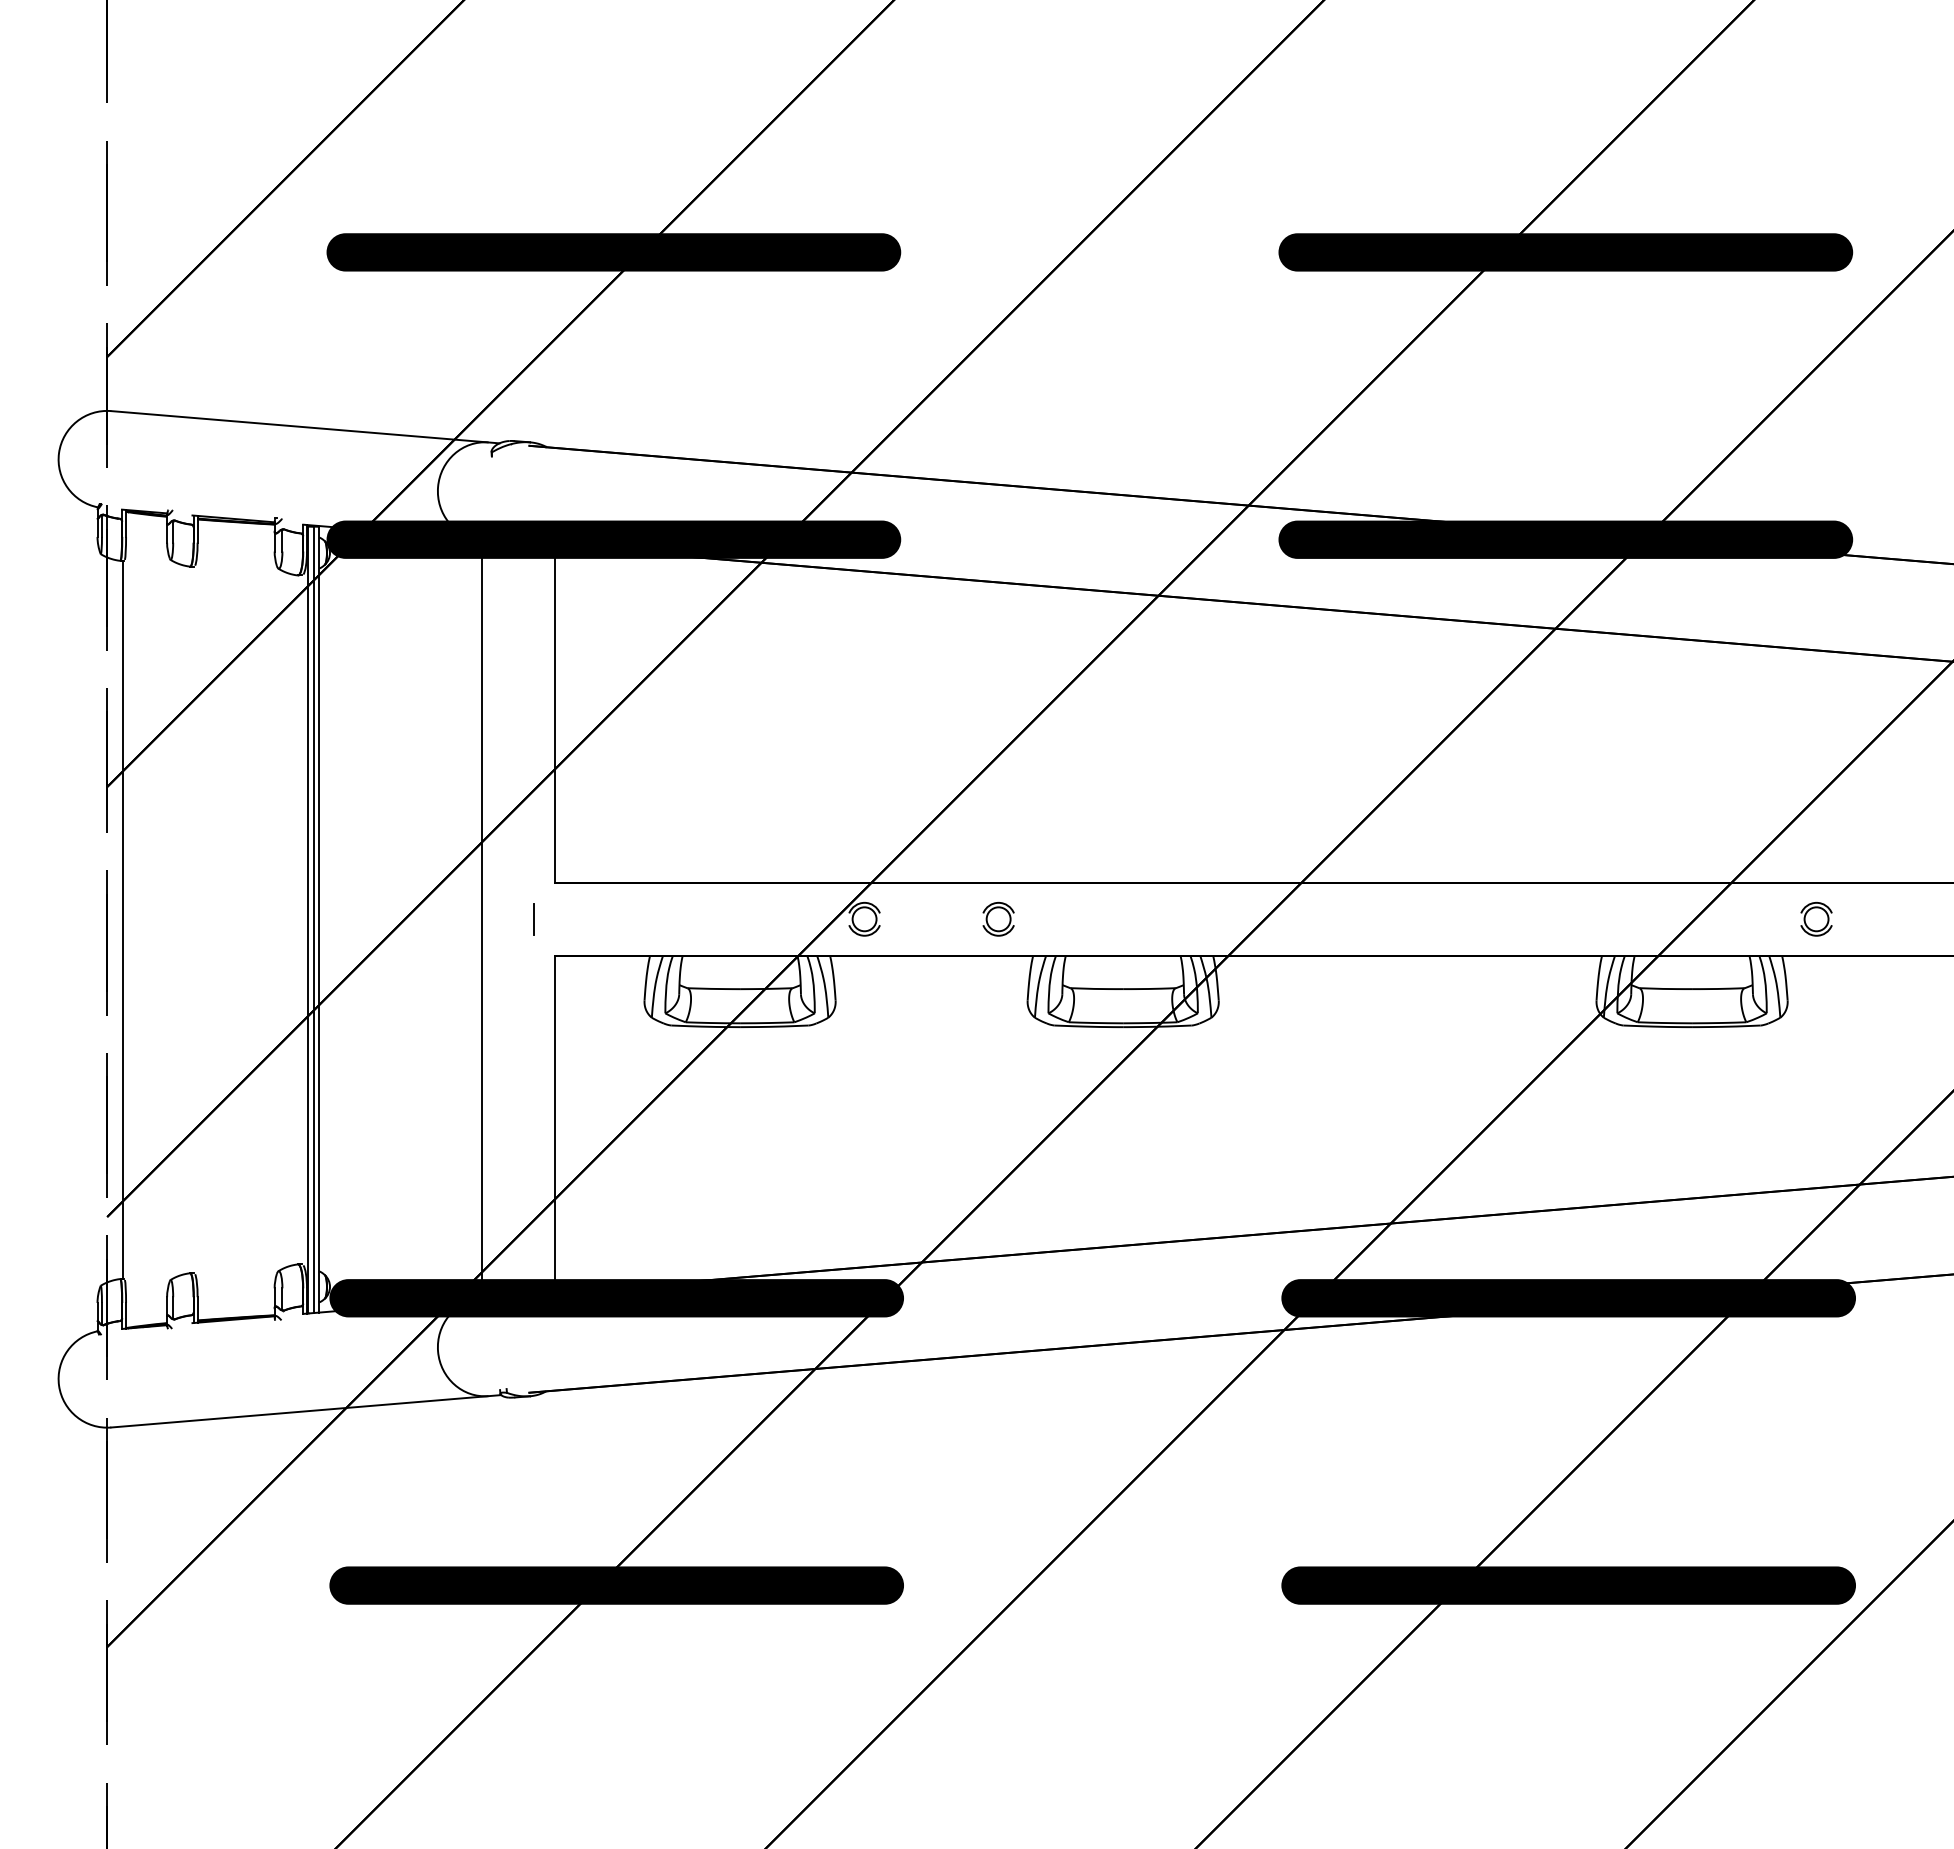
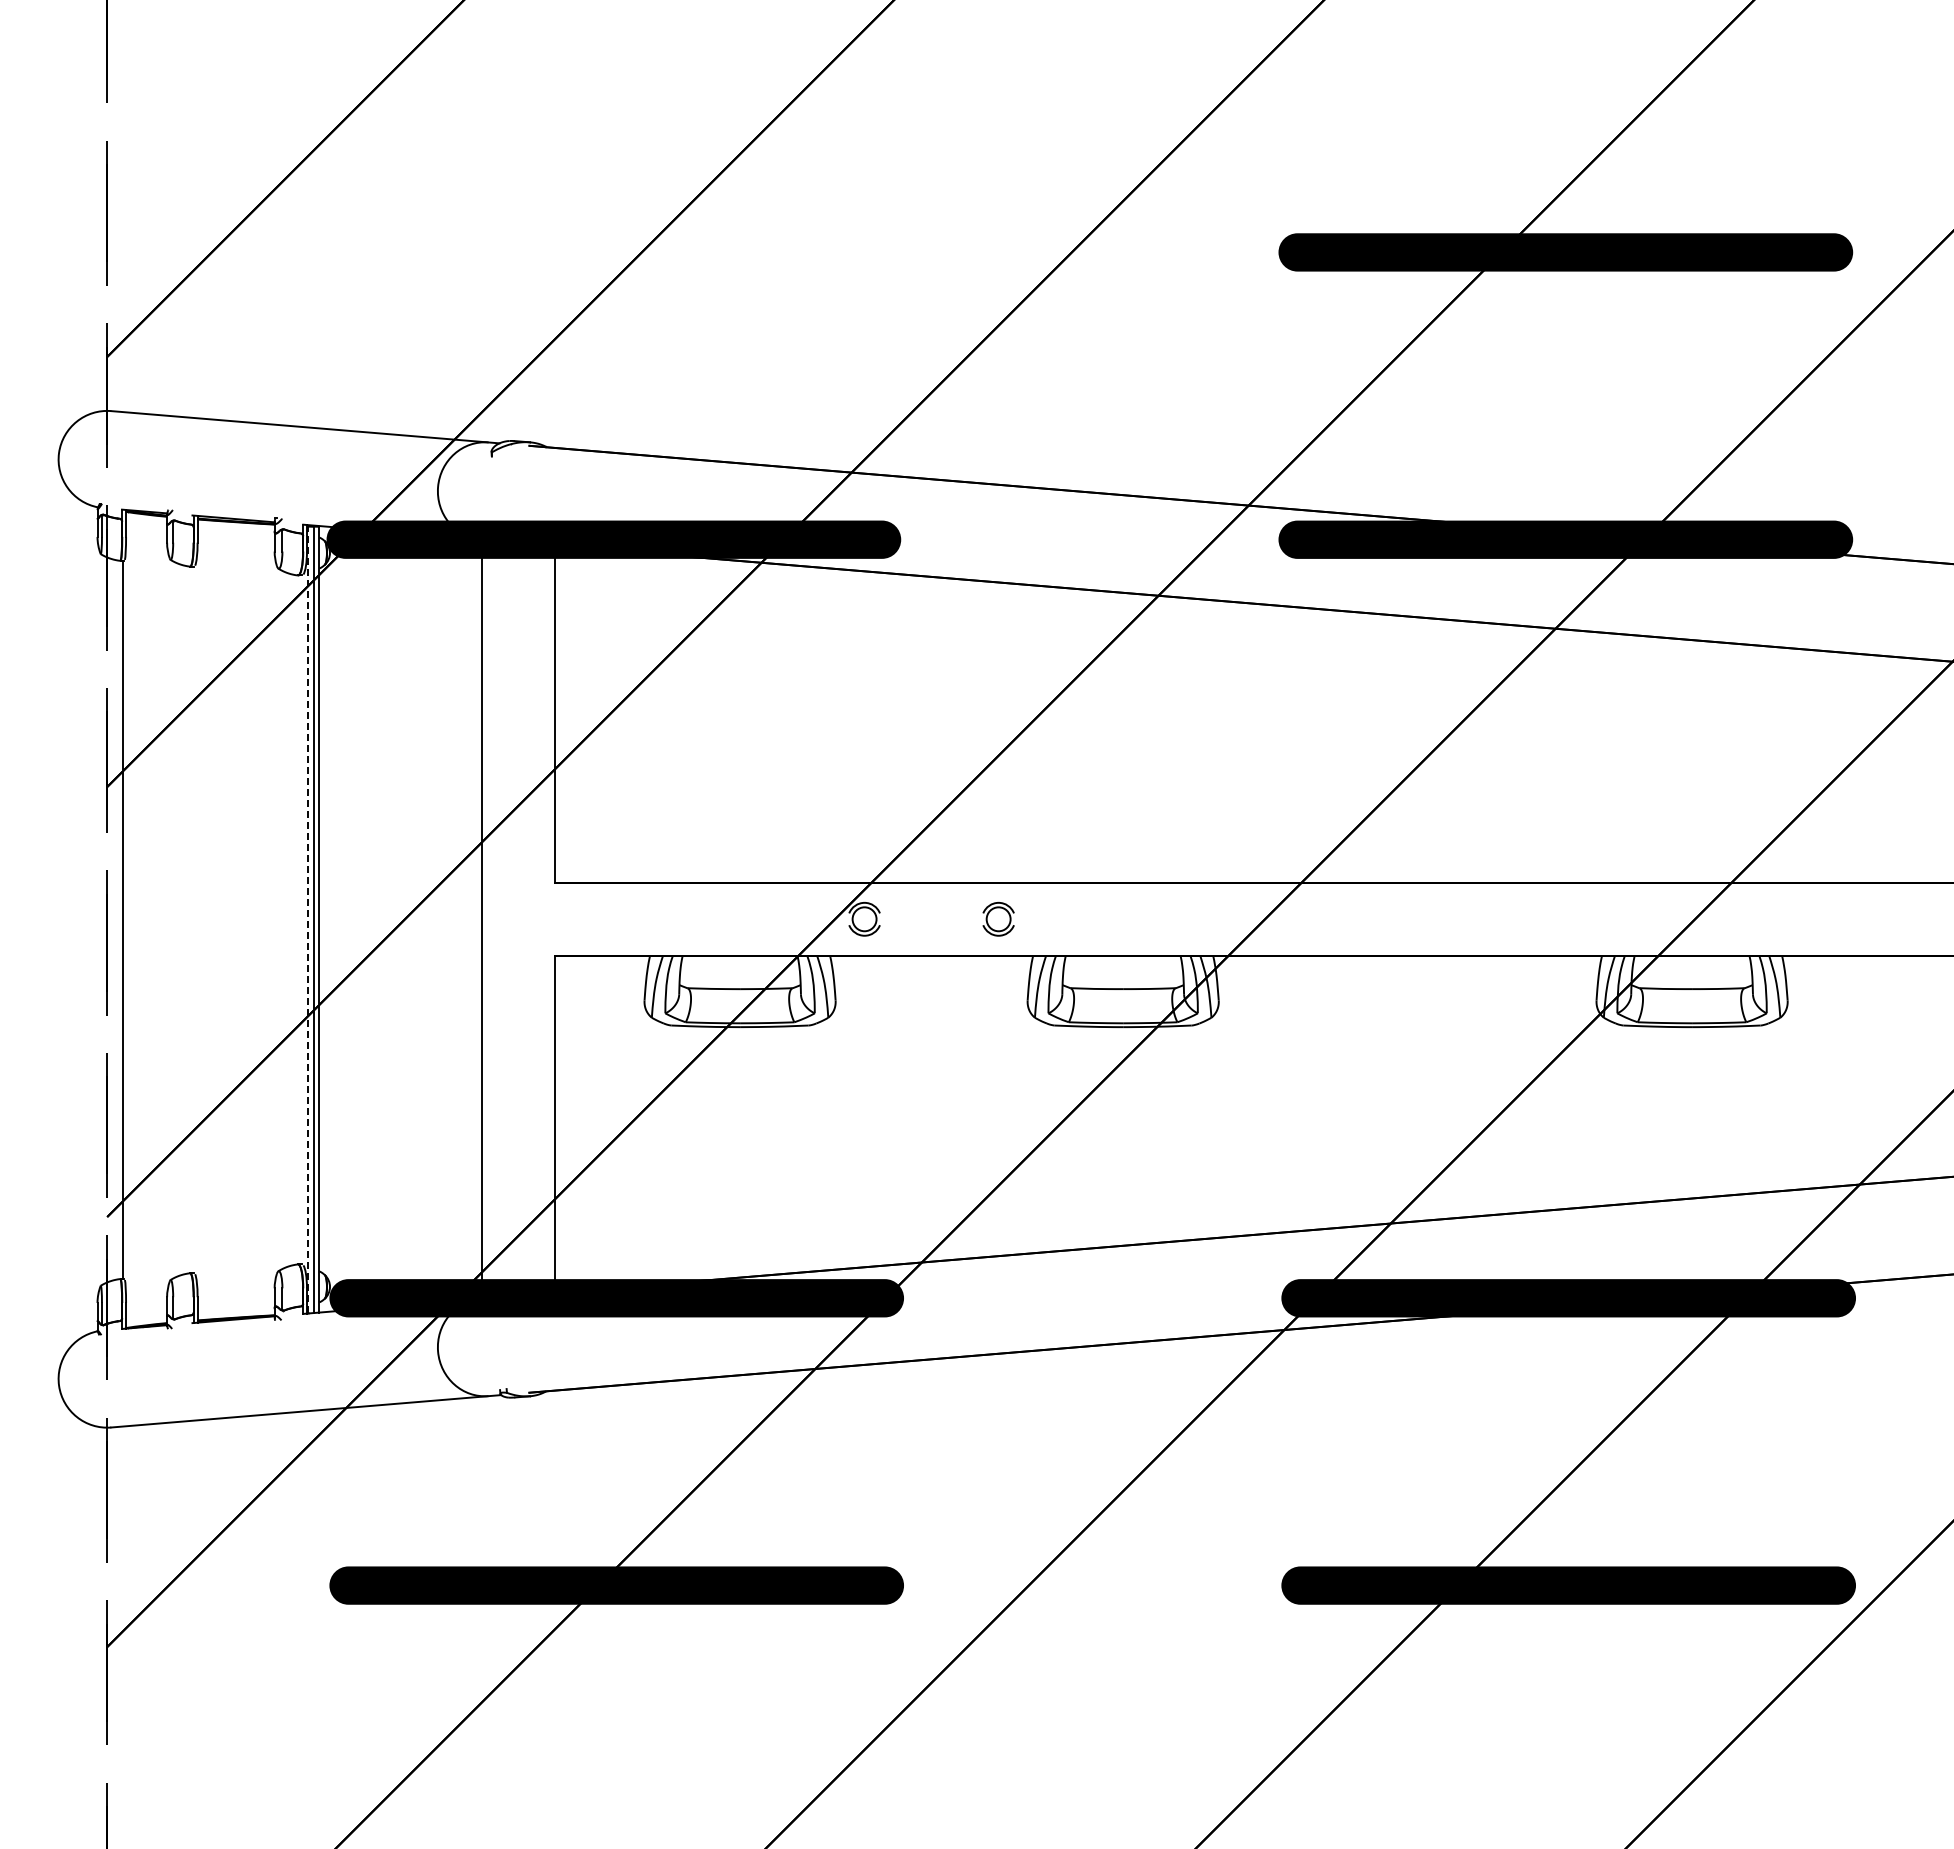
fill at (613, 252): present -> none
line at (533, 918): present -> none
line at (308, 919): solid -> dashed
part at (1816, 919): present -> none
